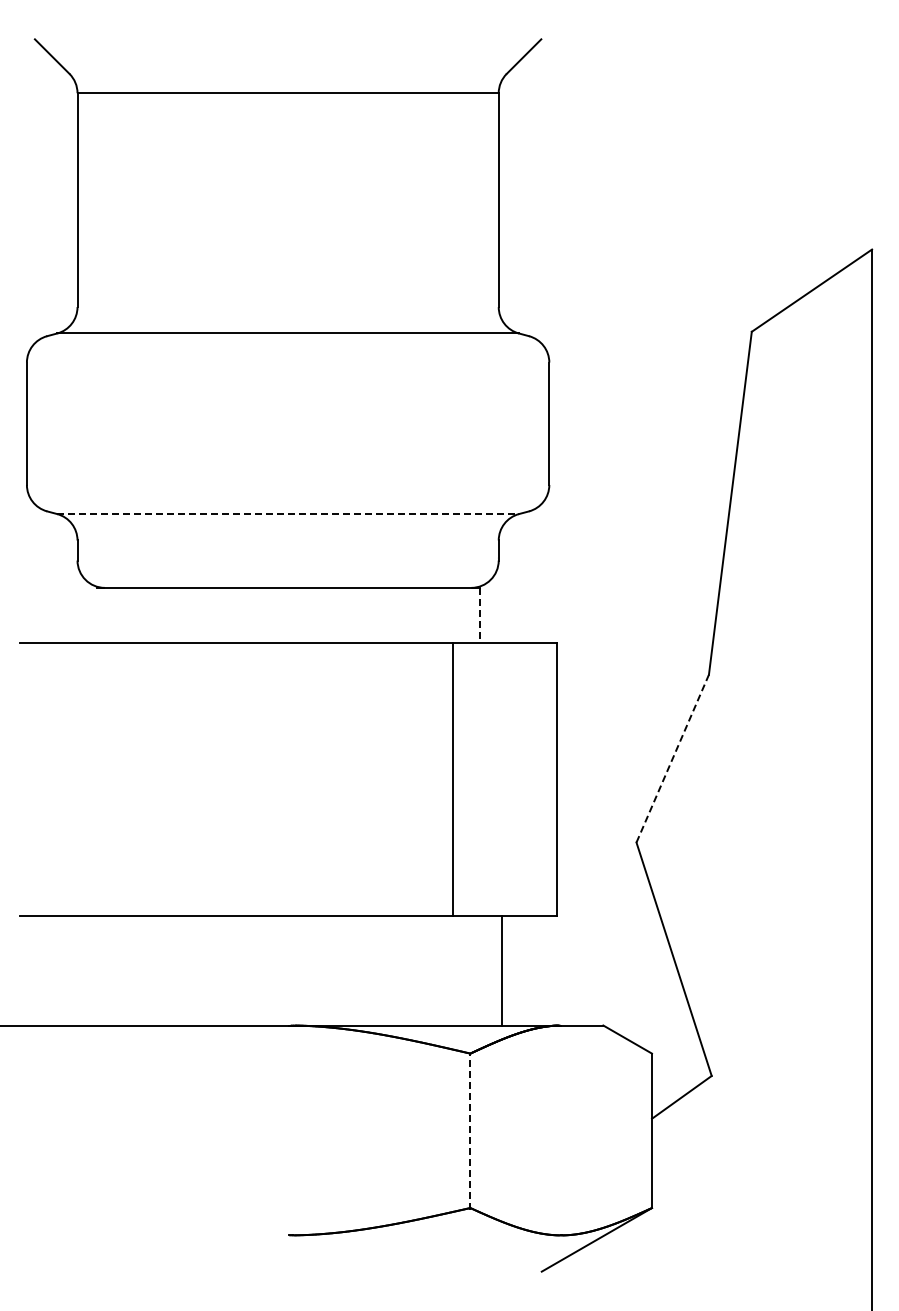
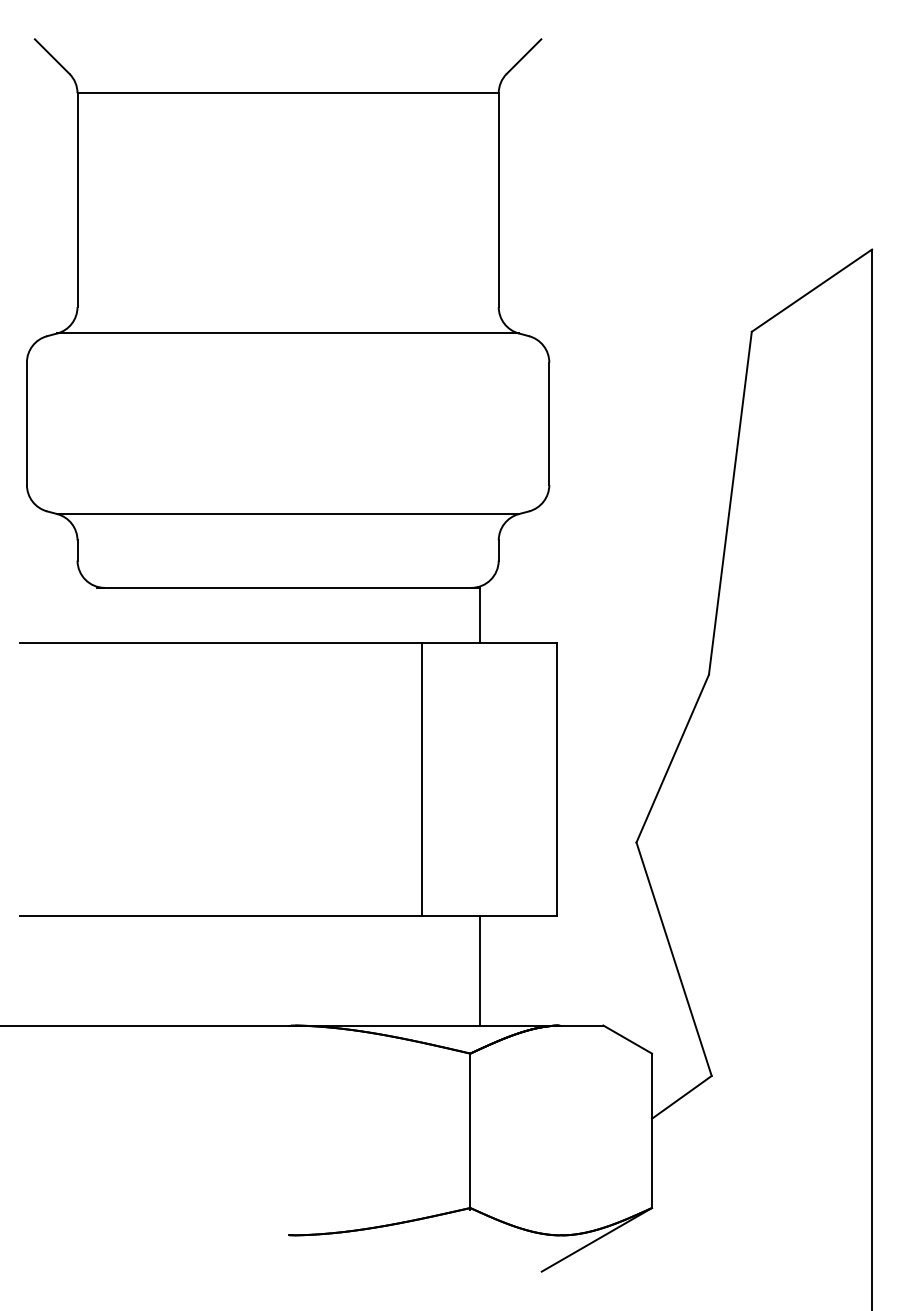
line at (288, 514): dashed -> solid
line at (479, 615): dashed -> solid
line at (672, 758): dashed -> solid
line at (453, 779) position: (453, 779) -> (422, 779)
line at (501, 970) position: (501, 970) -> (479, 970)
line at (470, 1131): dashed -> solid
